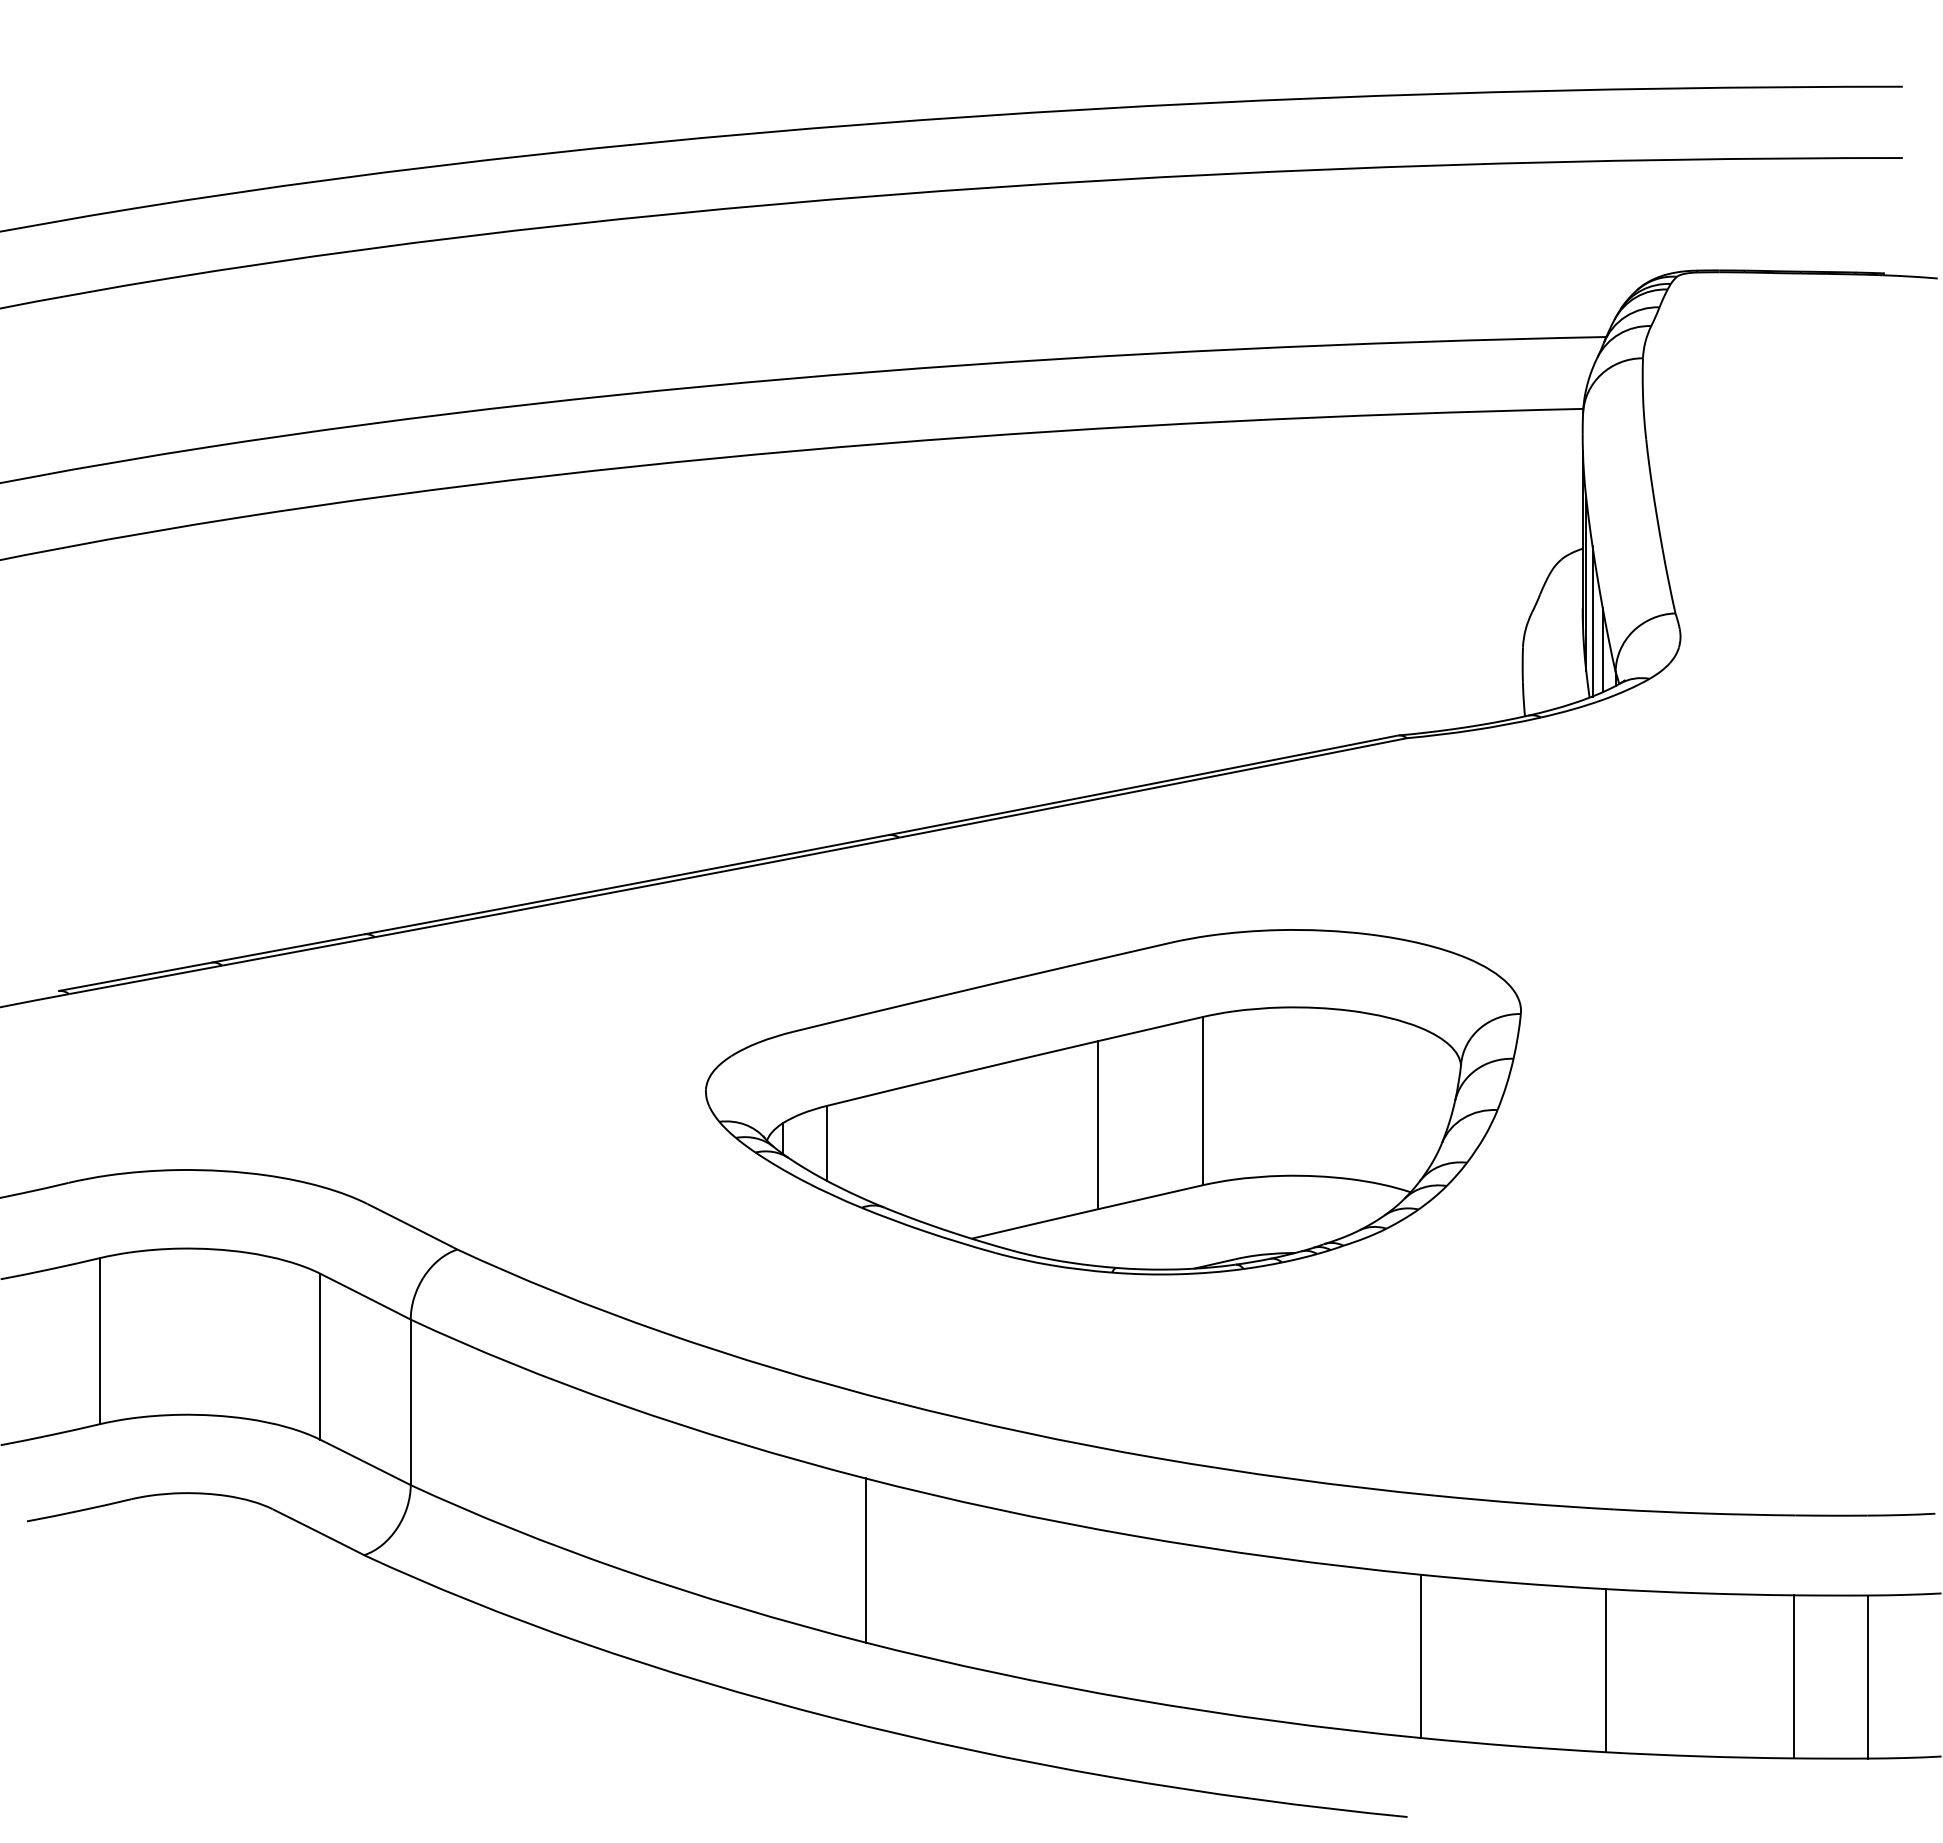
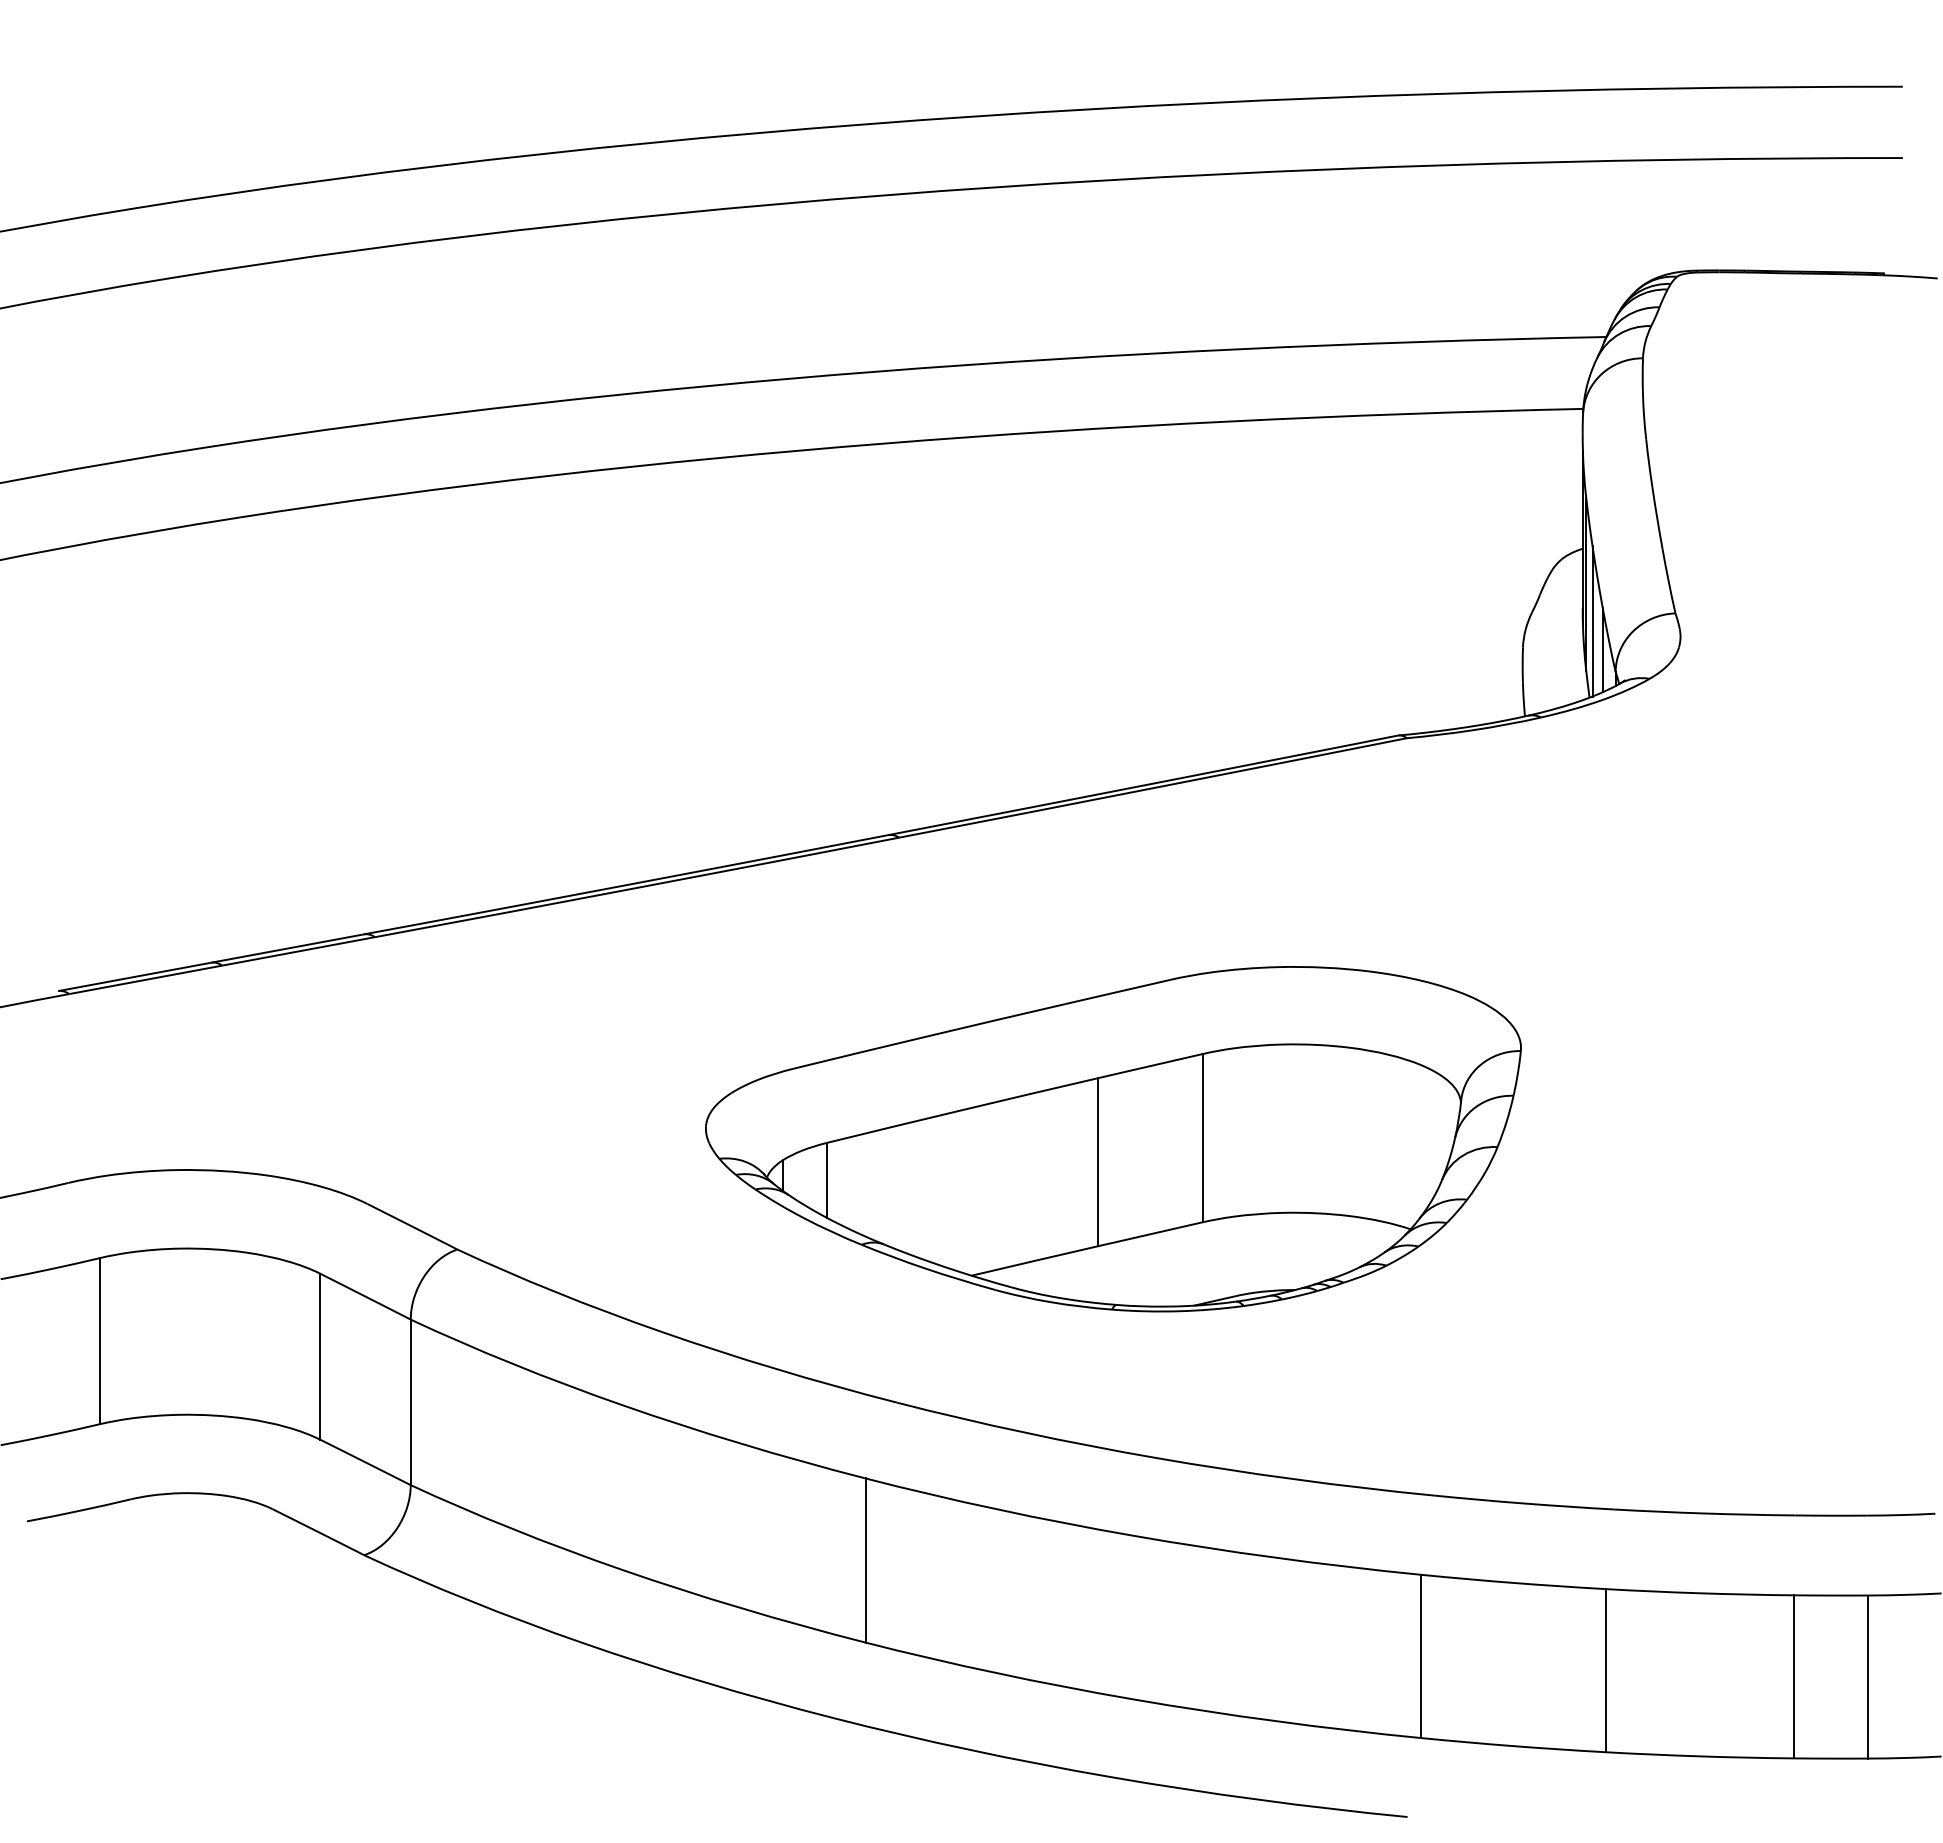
part at (1113, 1102) position: (1113, 1102) -> (1113, 1139)
